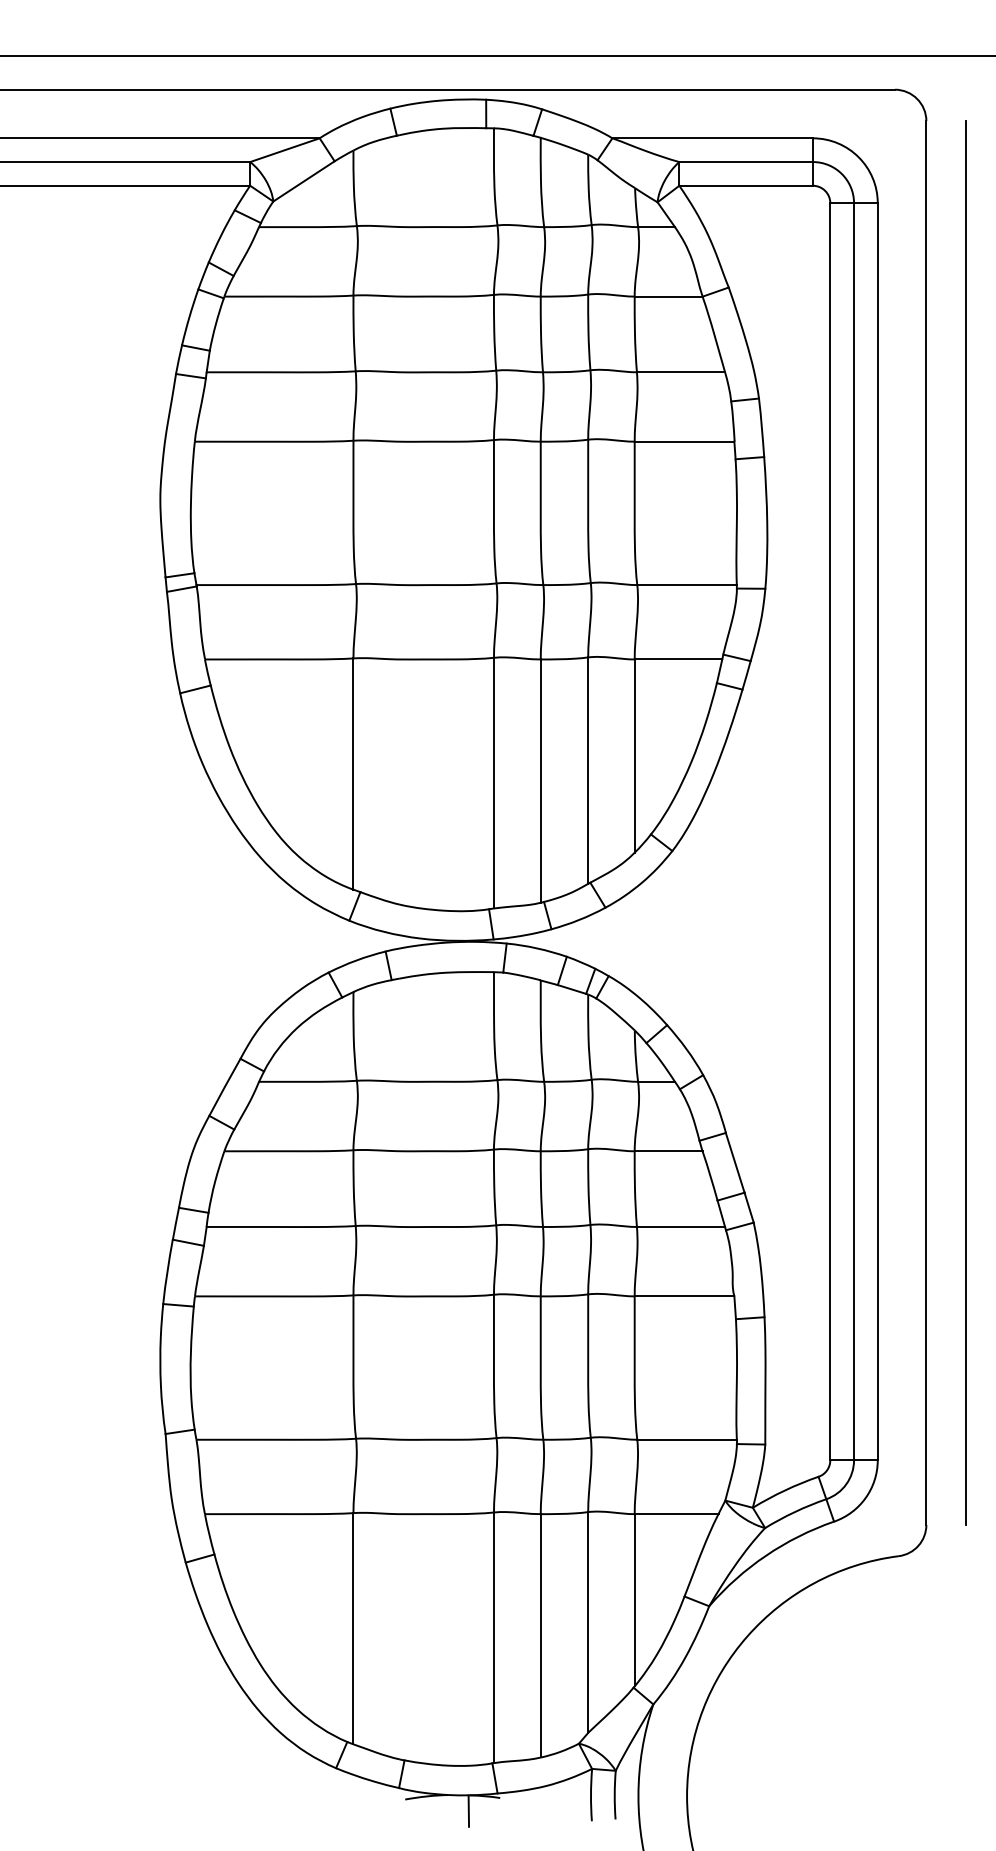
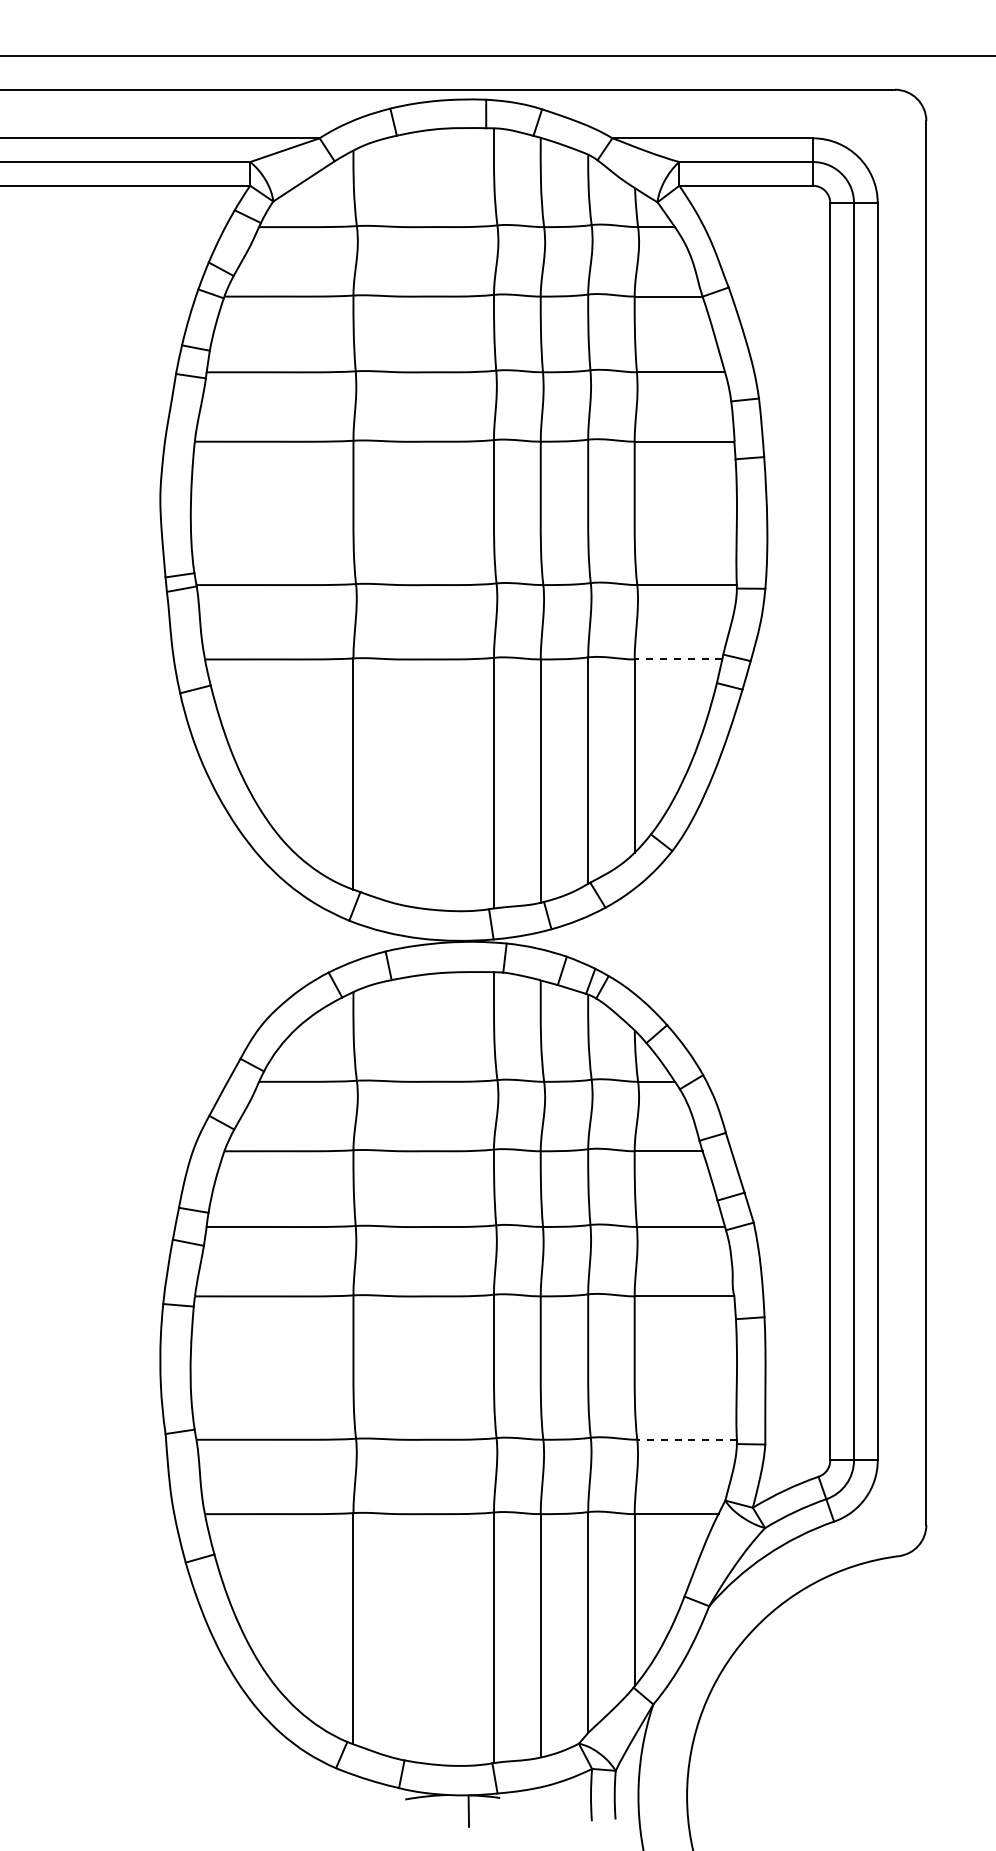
line at (678, 659): solid -> dashed
line at (966, 822): present -> none
line at (687, 1439): solid -> dashed
